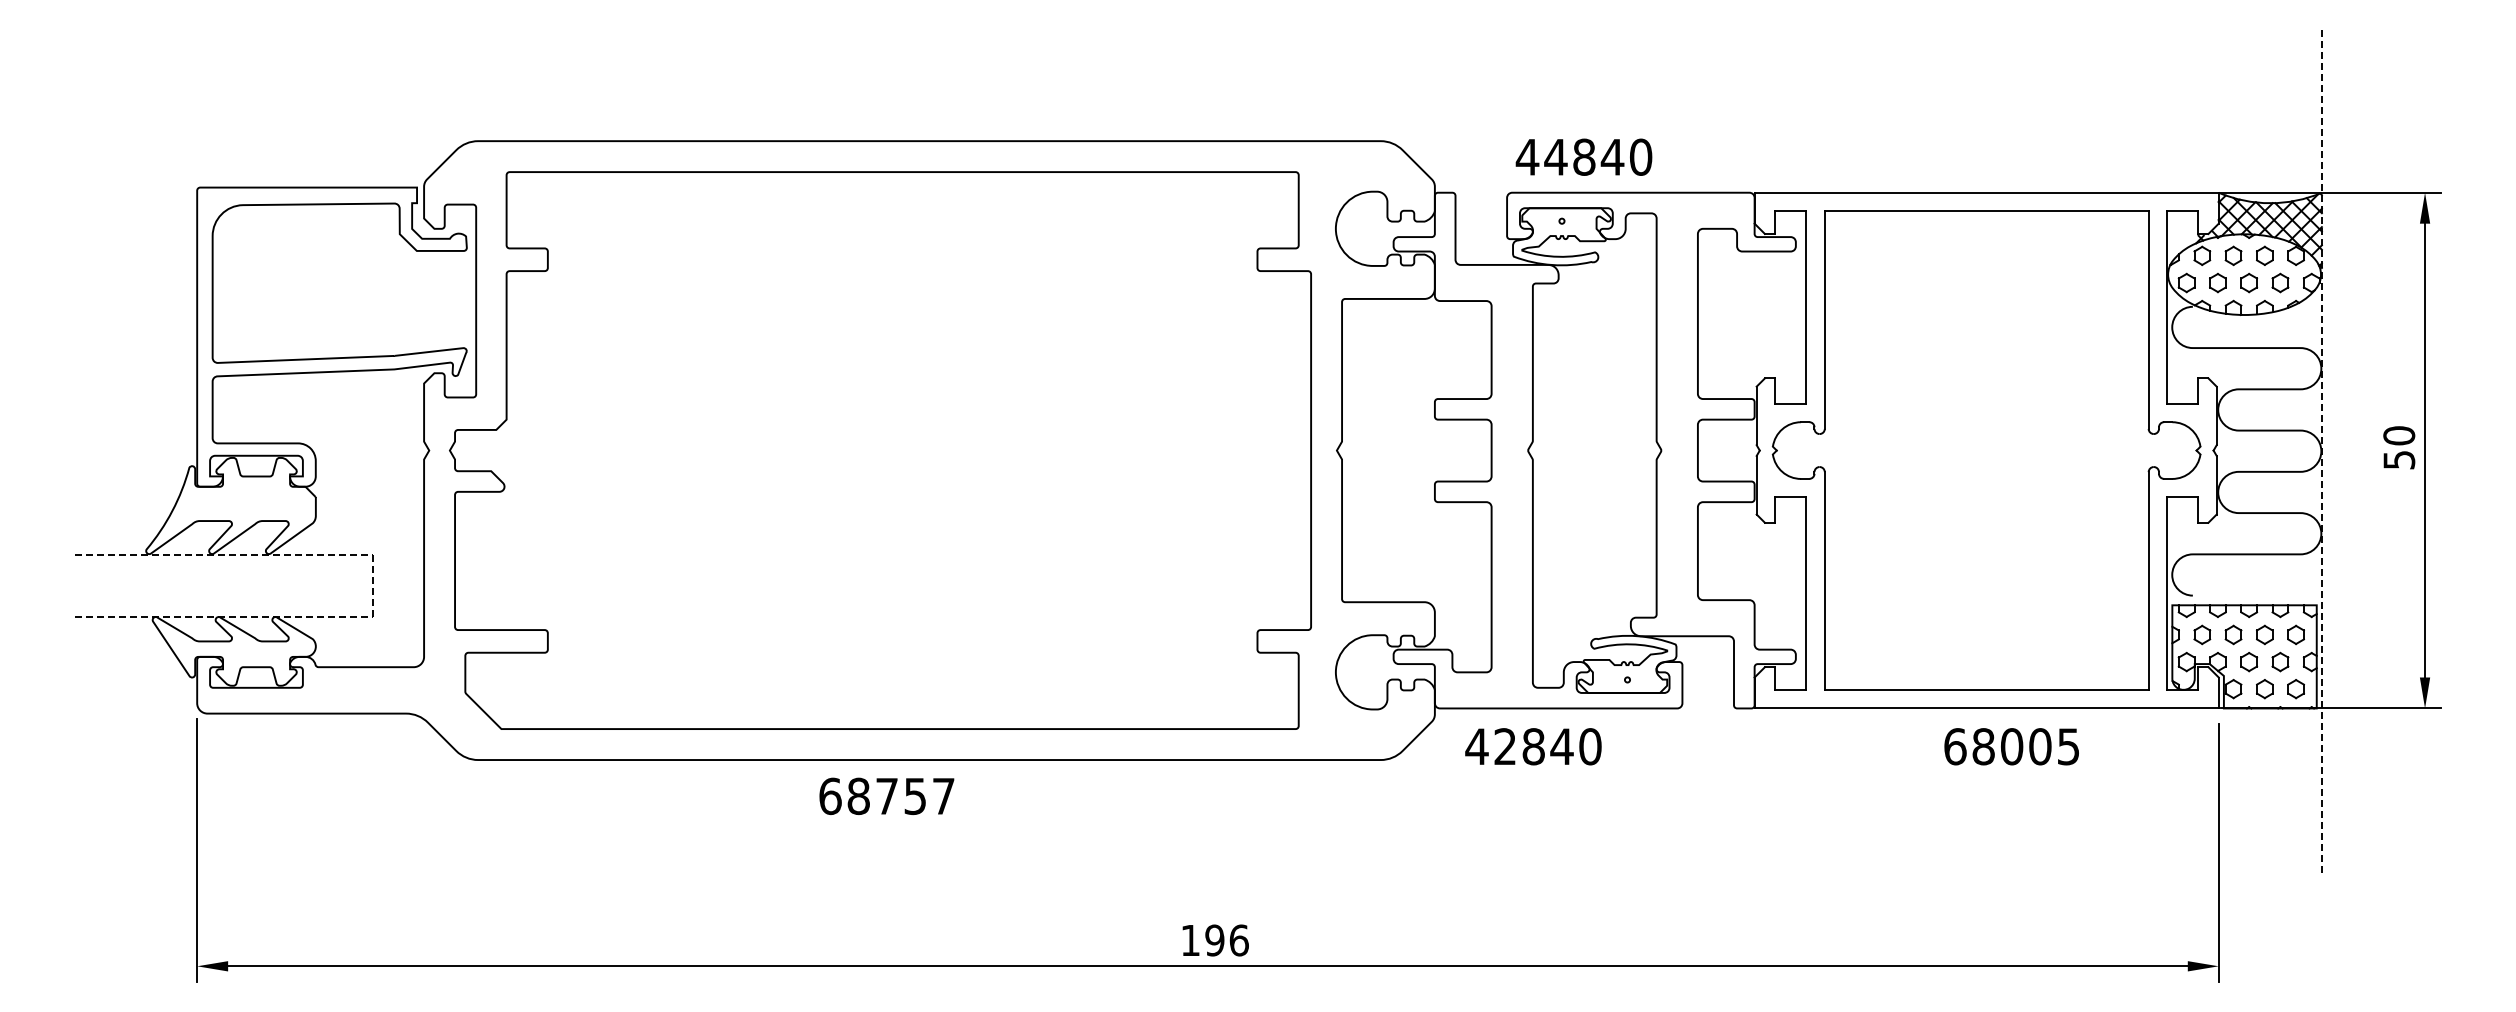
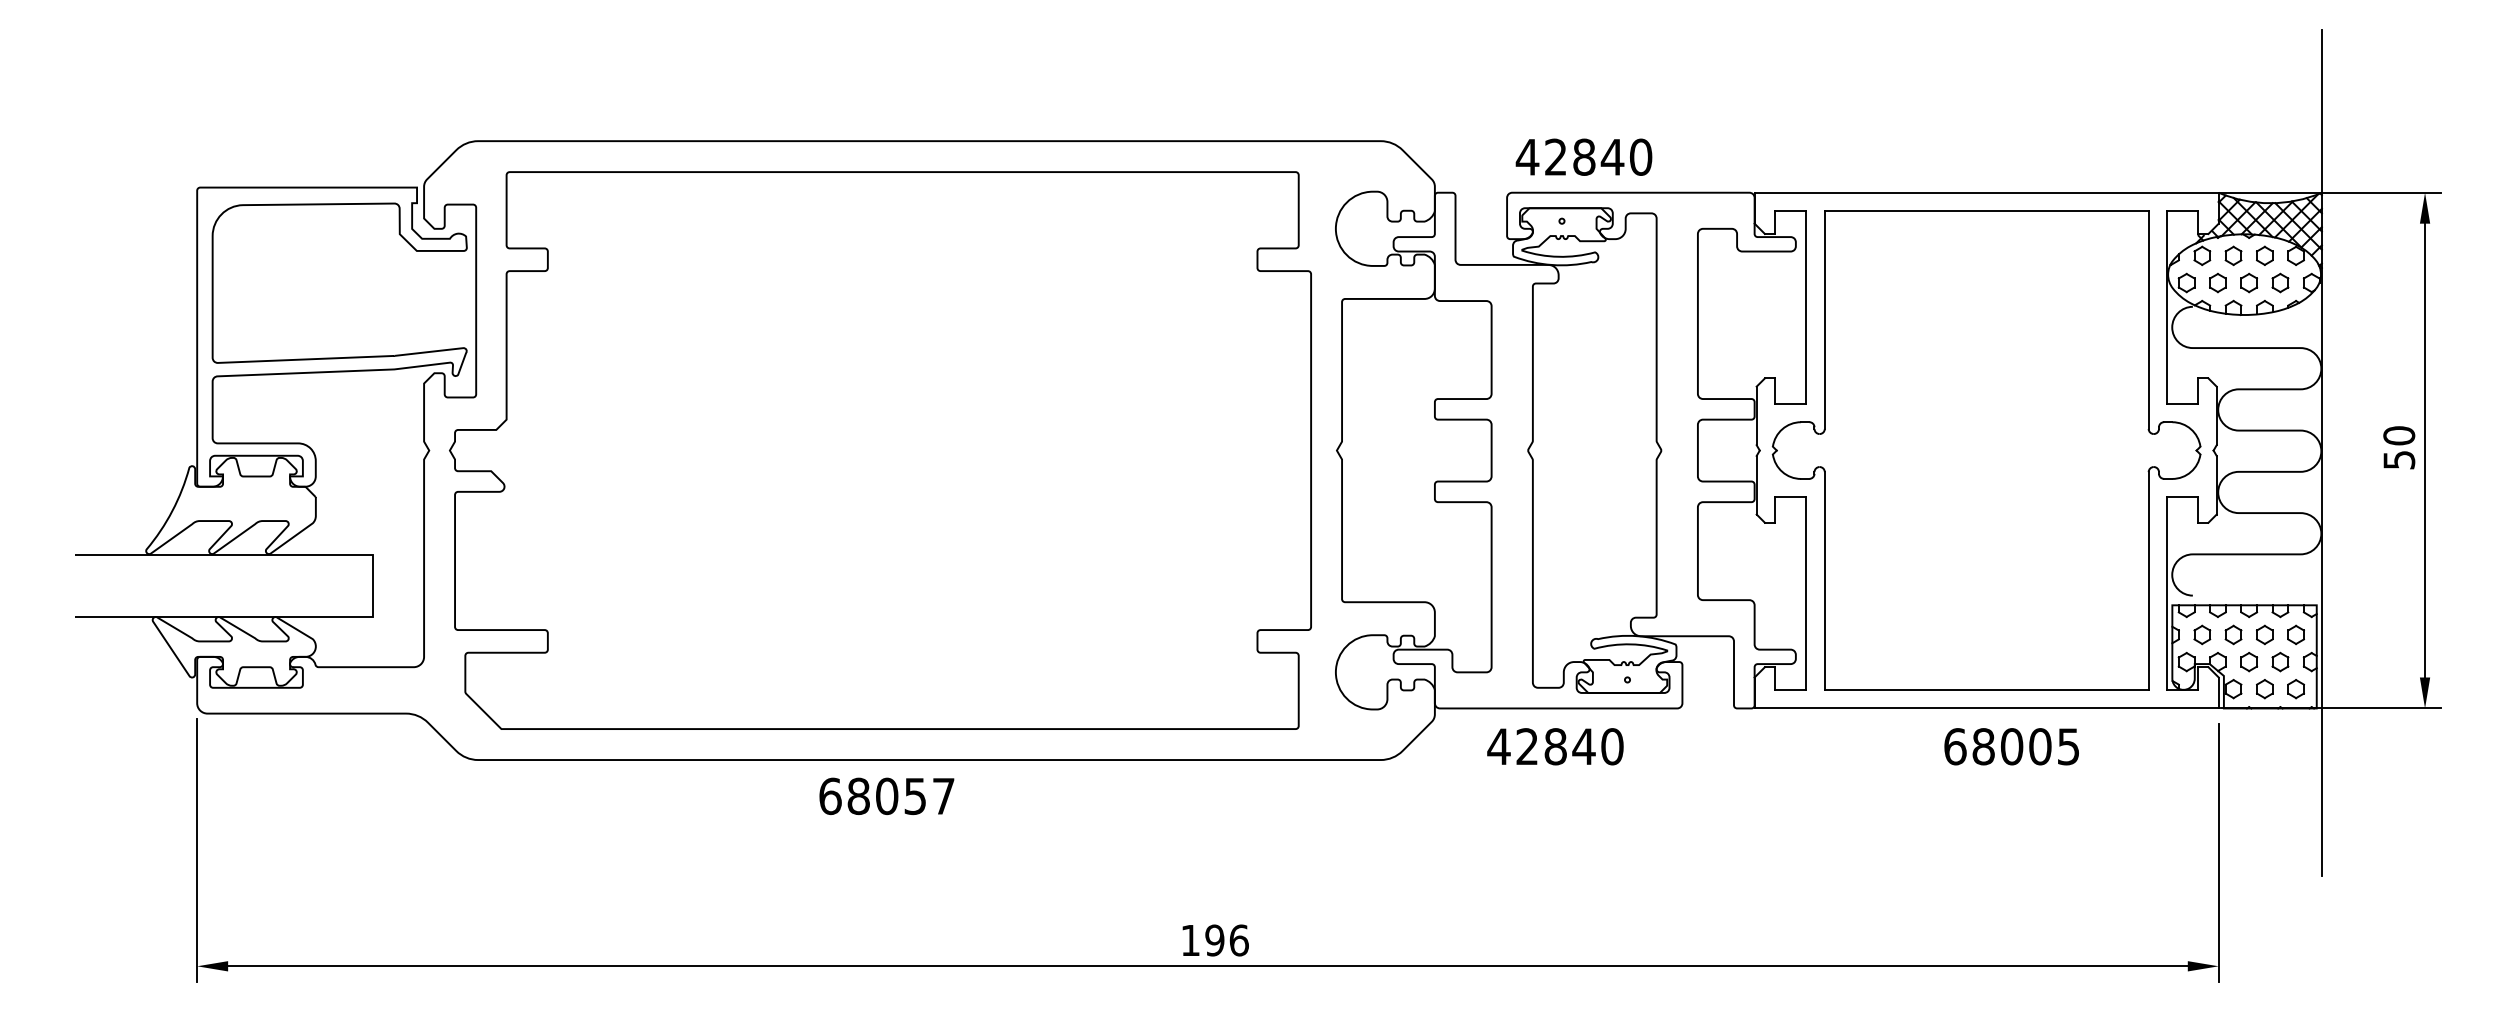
text at (1555, 156): 44840 -> 42840
line at (2321, 453): dashed -> solid
line at (372, 585): dashed -> solid
text at (1533, 746) position: (1533, 746) -> (1555, 746)
text at (887, 796): 68757 -> 68057
